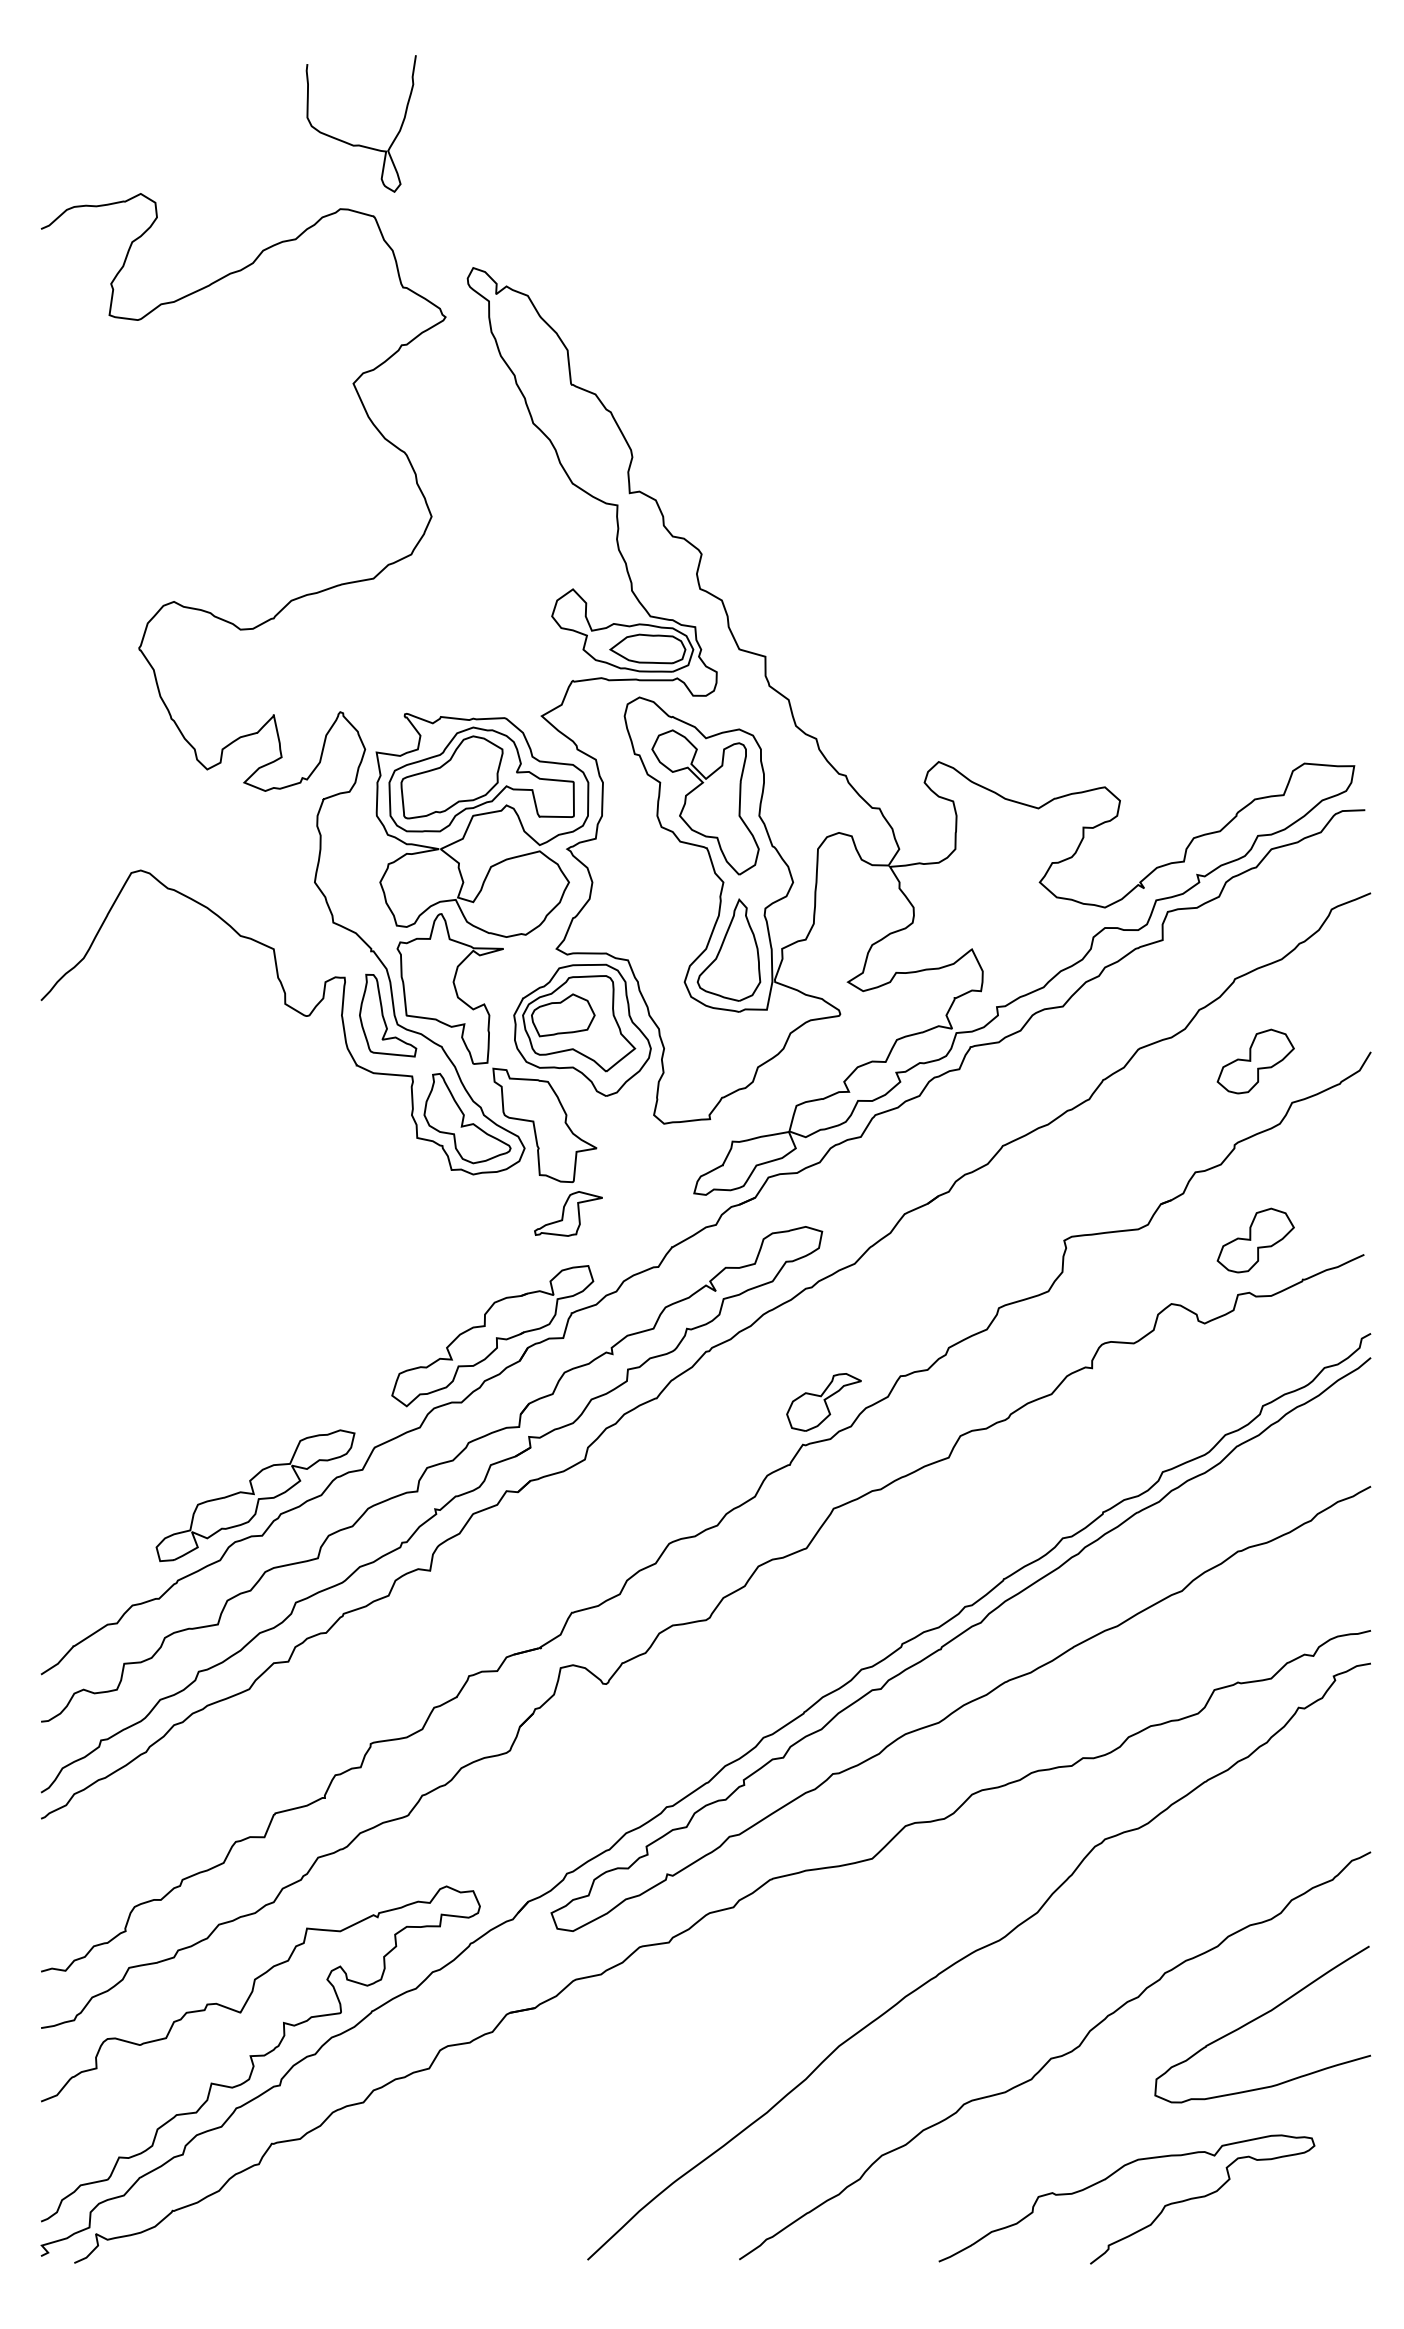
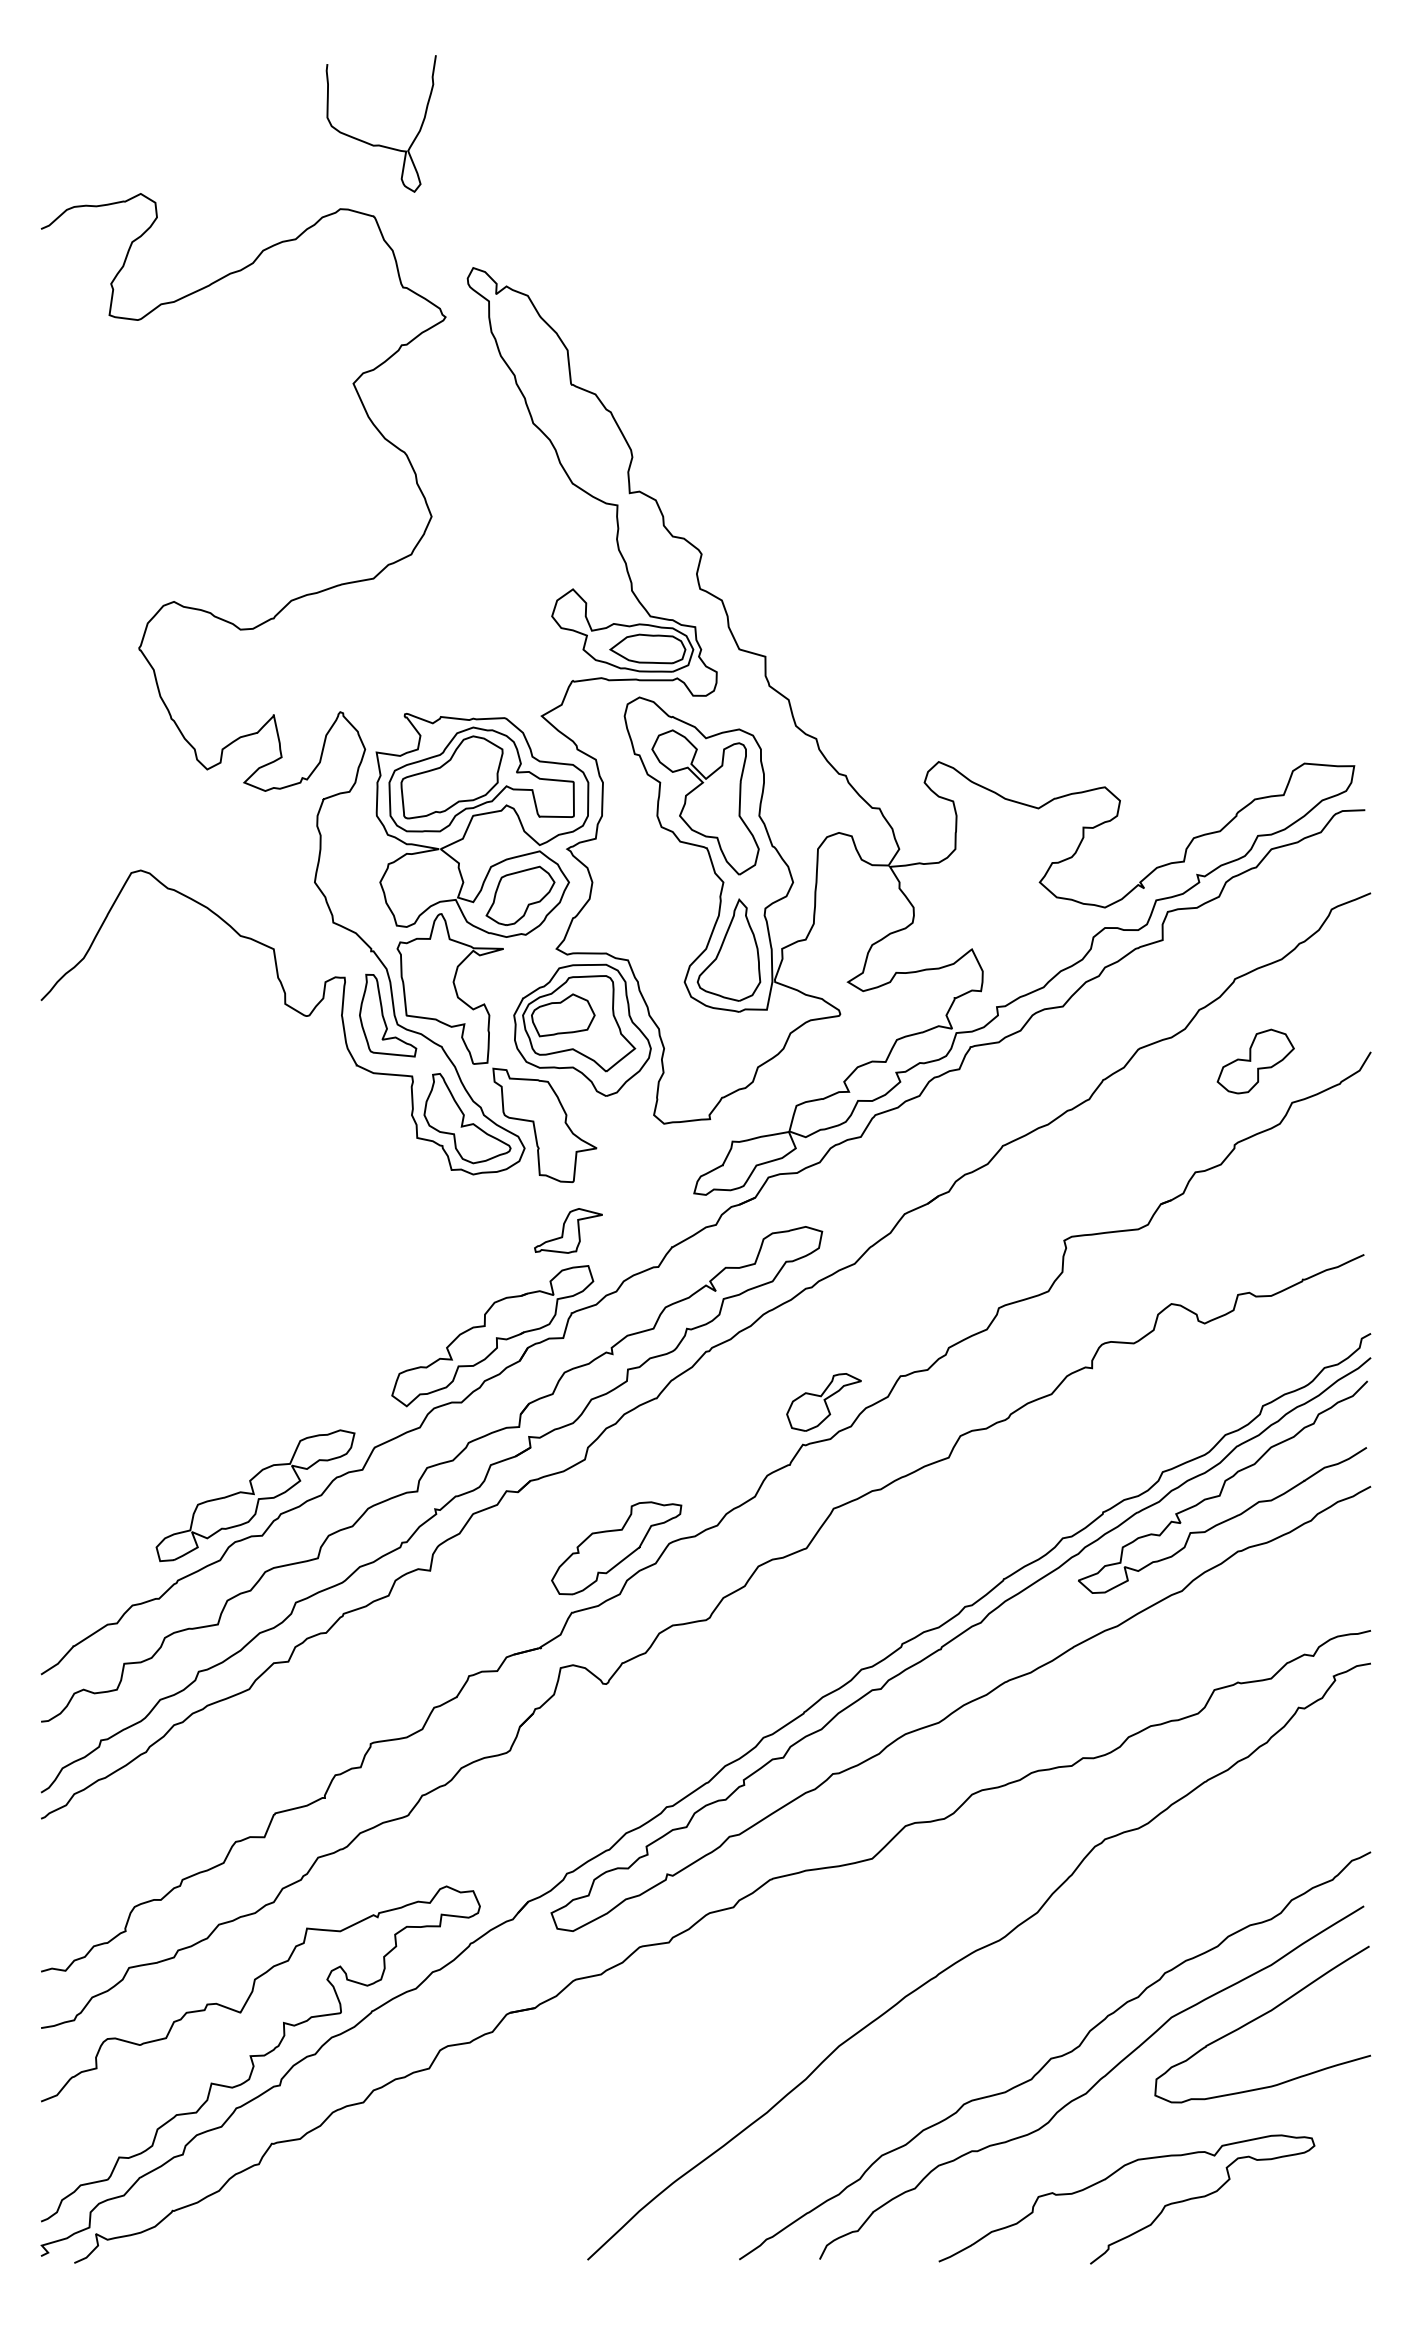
curve at (360, 144) position: (360, 144) -> (380, 144)
part at (520, 895): none -> present
part at (568, 1213) position: (568, 1213) -> (568, 1230)
part at (1255, 1240): present -> none
curve at (1223, 1486): none -> present
part at (616, 1548): none -> present
curve at (1093, 2084): none -> present
